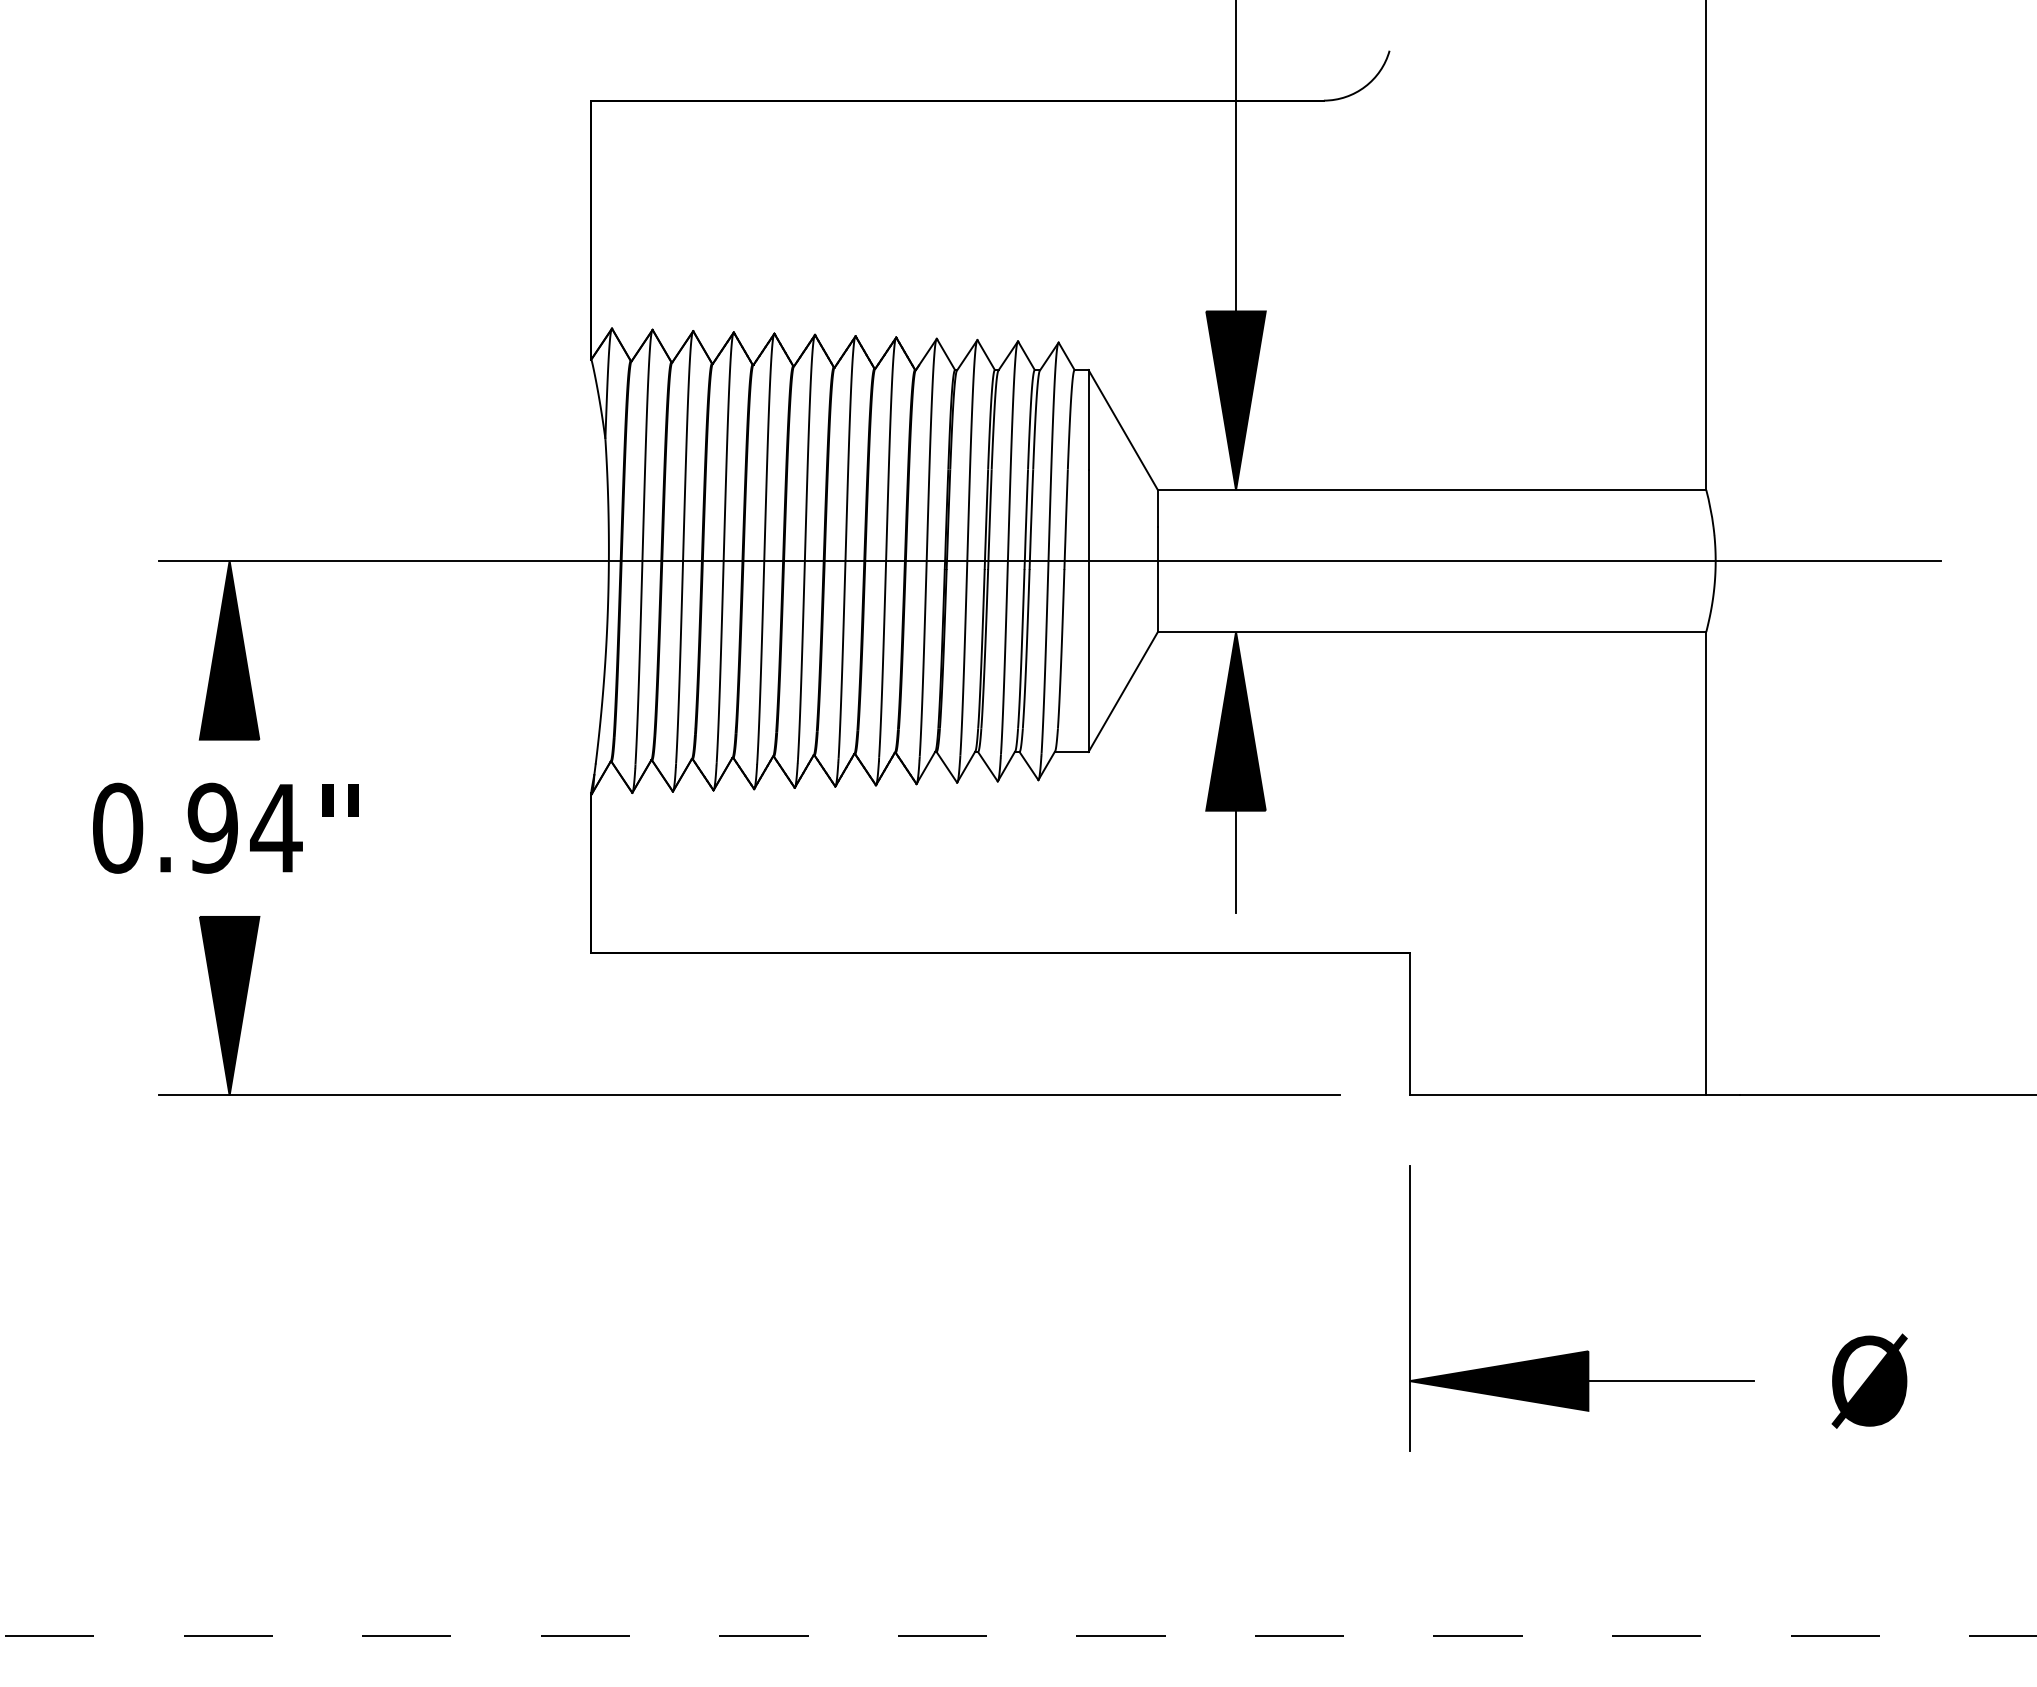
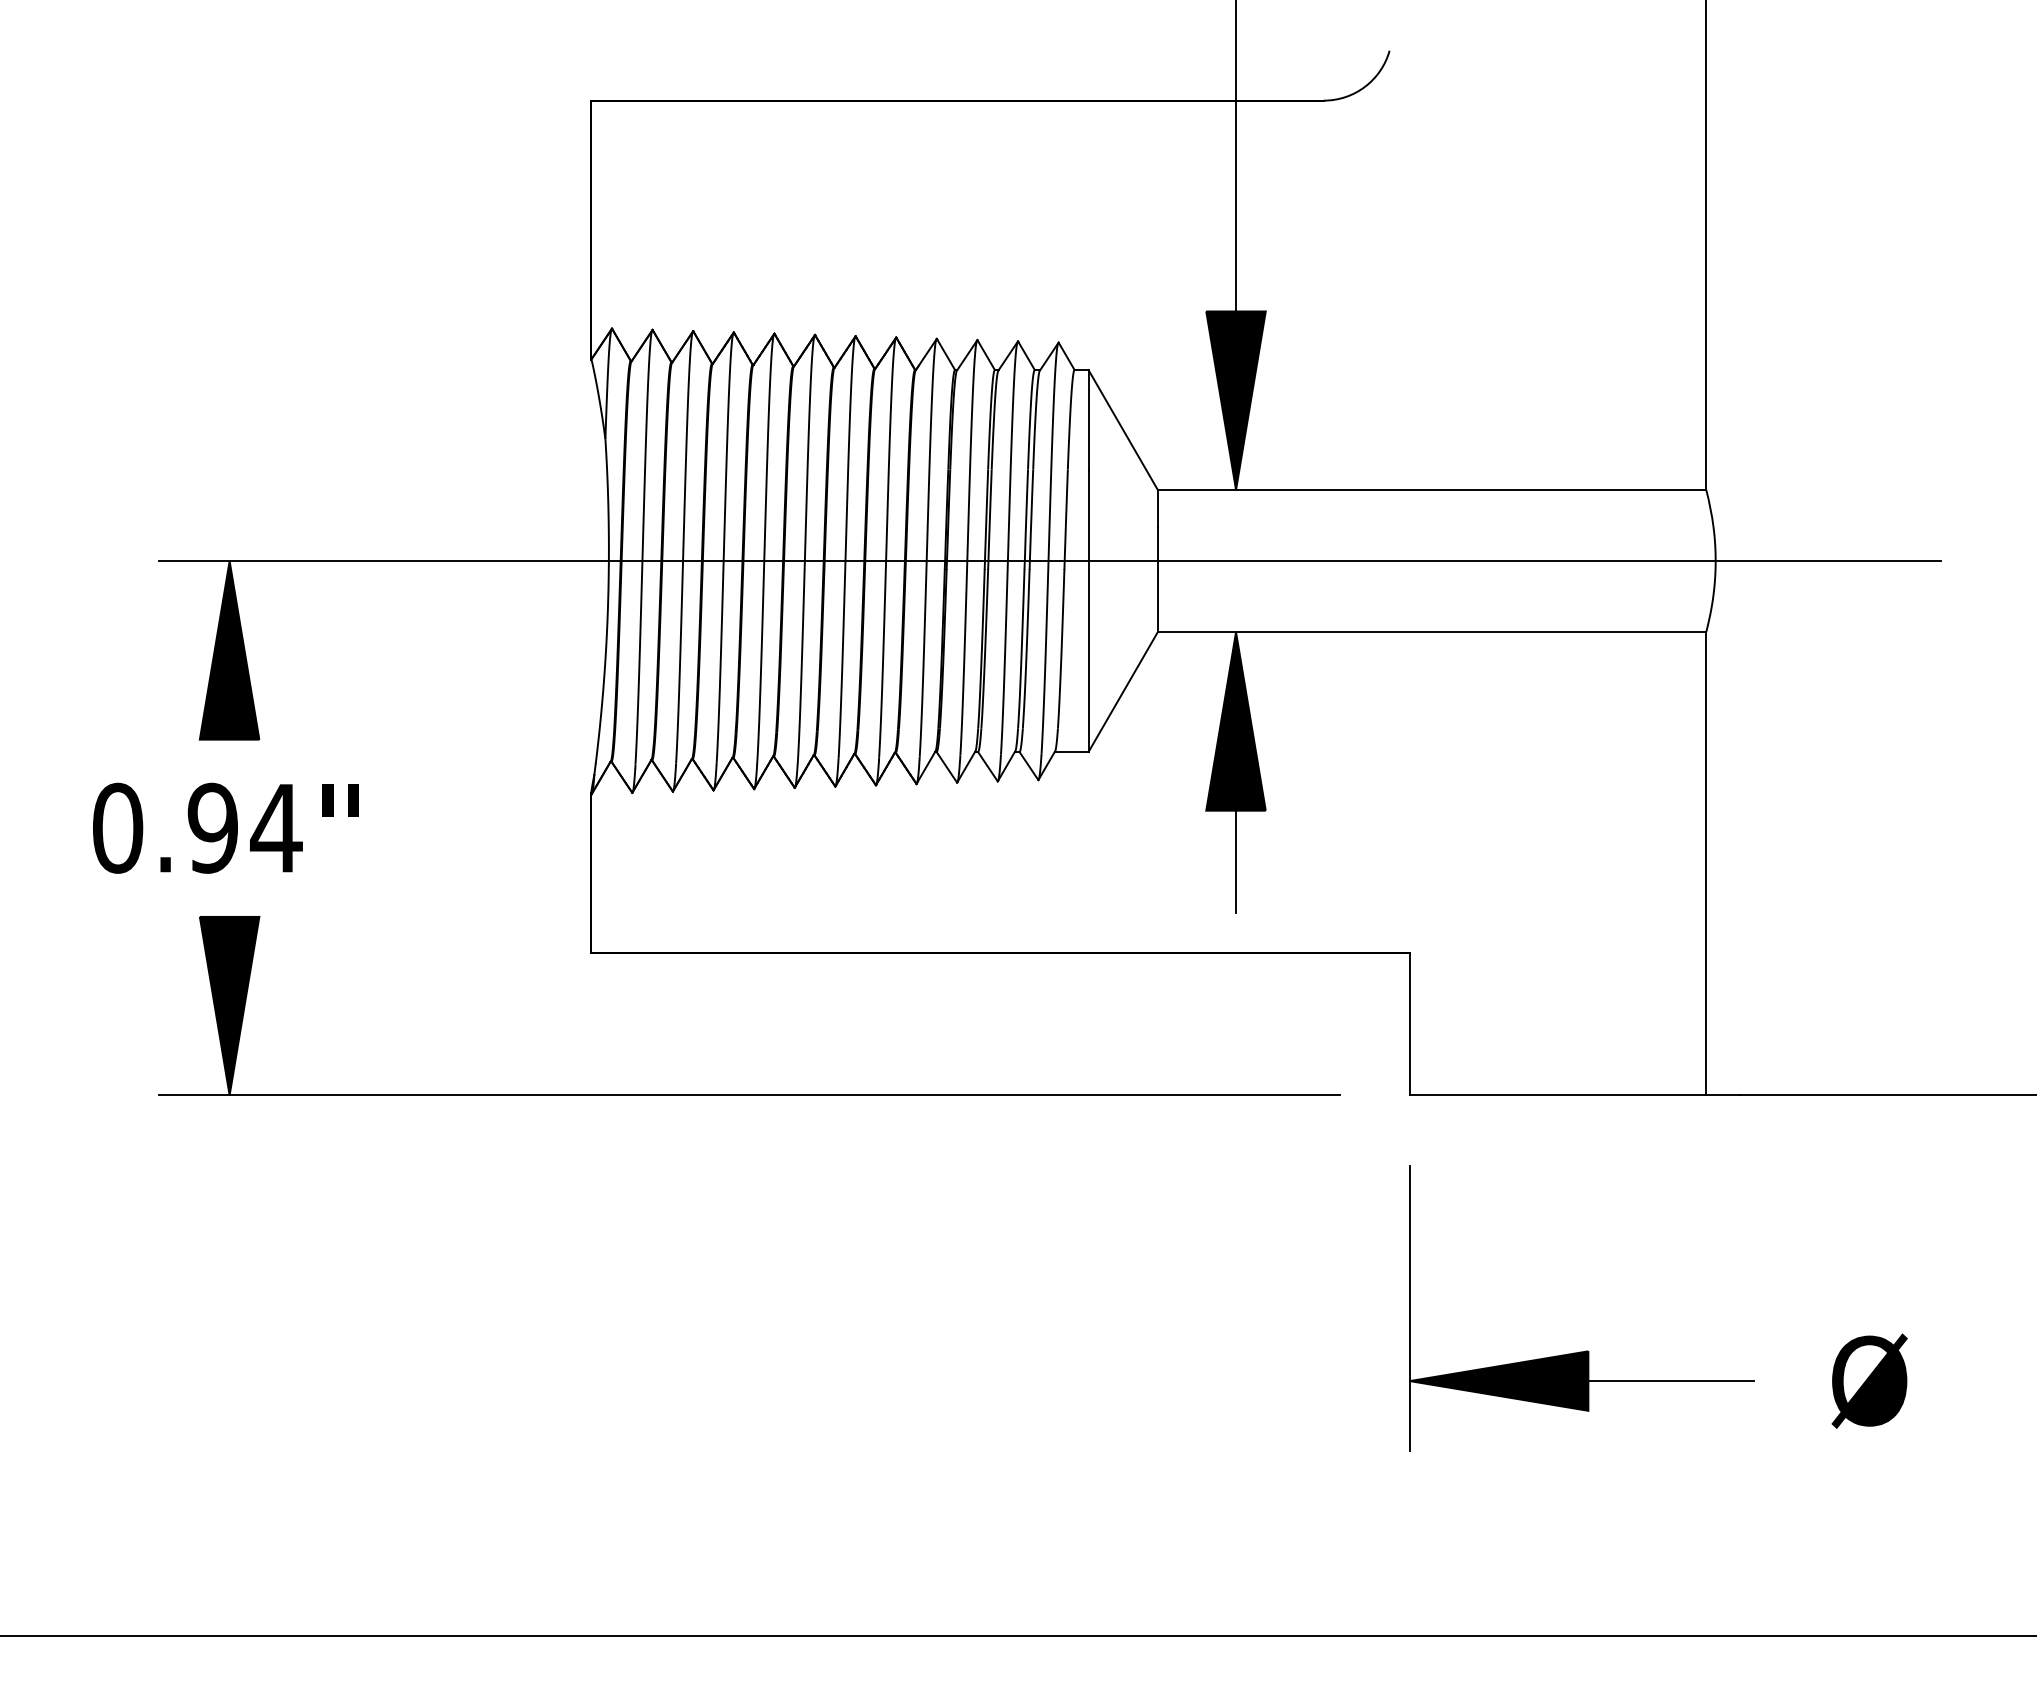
line at (1018, 1636): dashed -> solid
